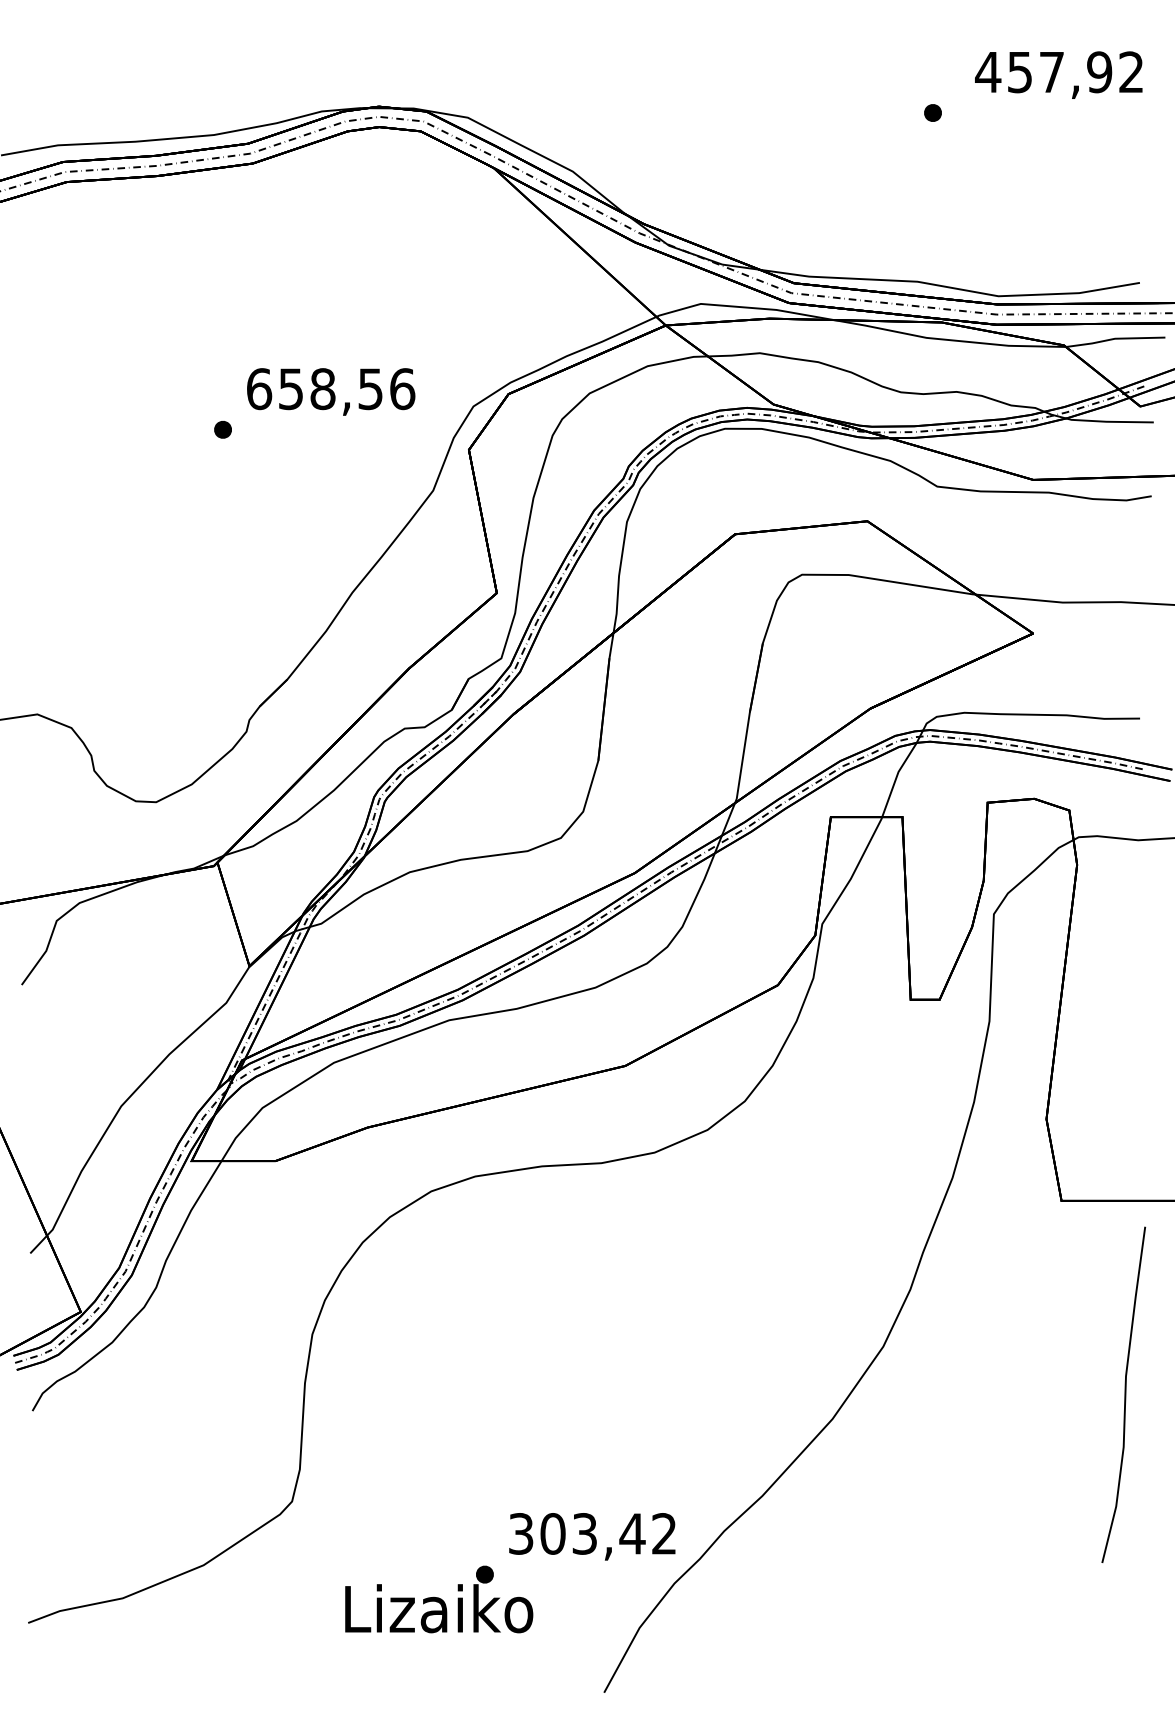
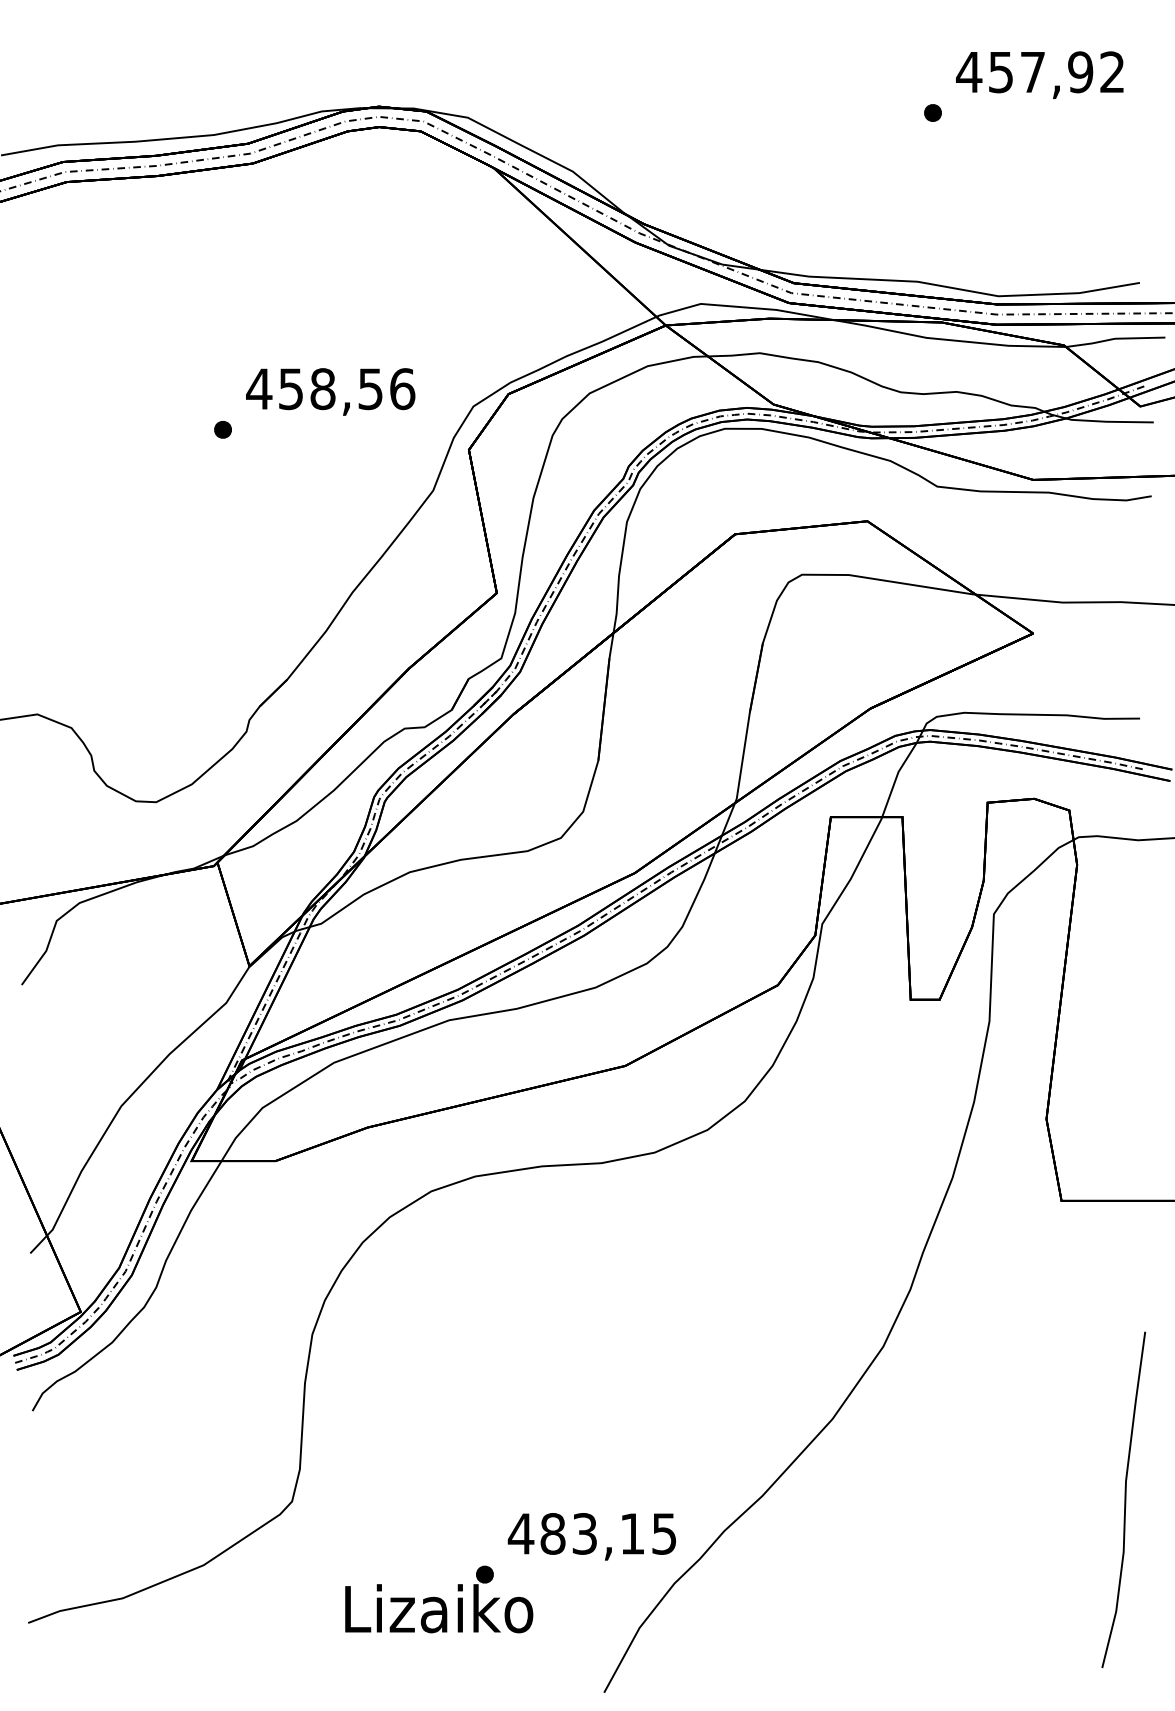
text at (1058, 74) position: (1058, 74) -> (1039, 74)
text at (259, 389): 658,56 -> 458,56
curve at (1124, 1394) position: (1124, 1394) -> (1124, 1499)
text at (591, 1533): 303,42 -> 483,15
